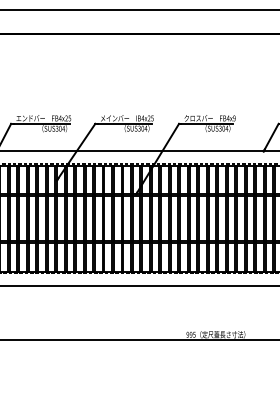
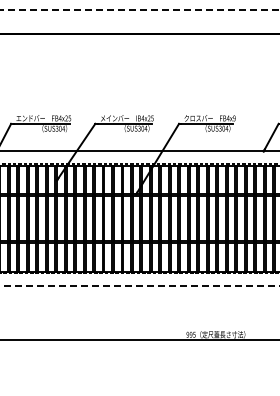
line at (140, 10): solid -> dashed
line at (139, 286): solid -> dashed
